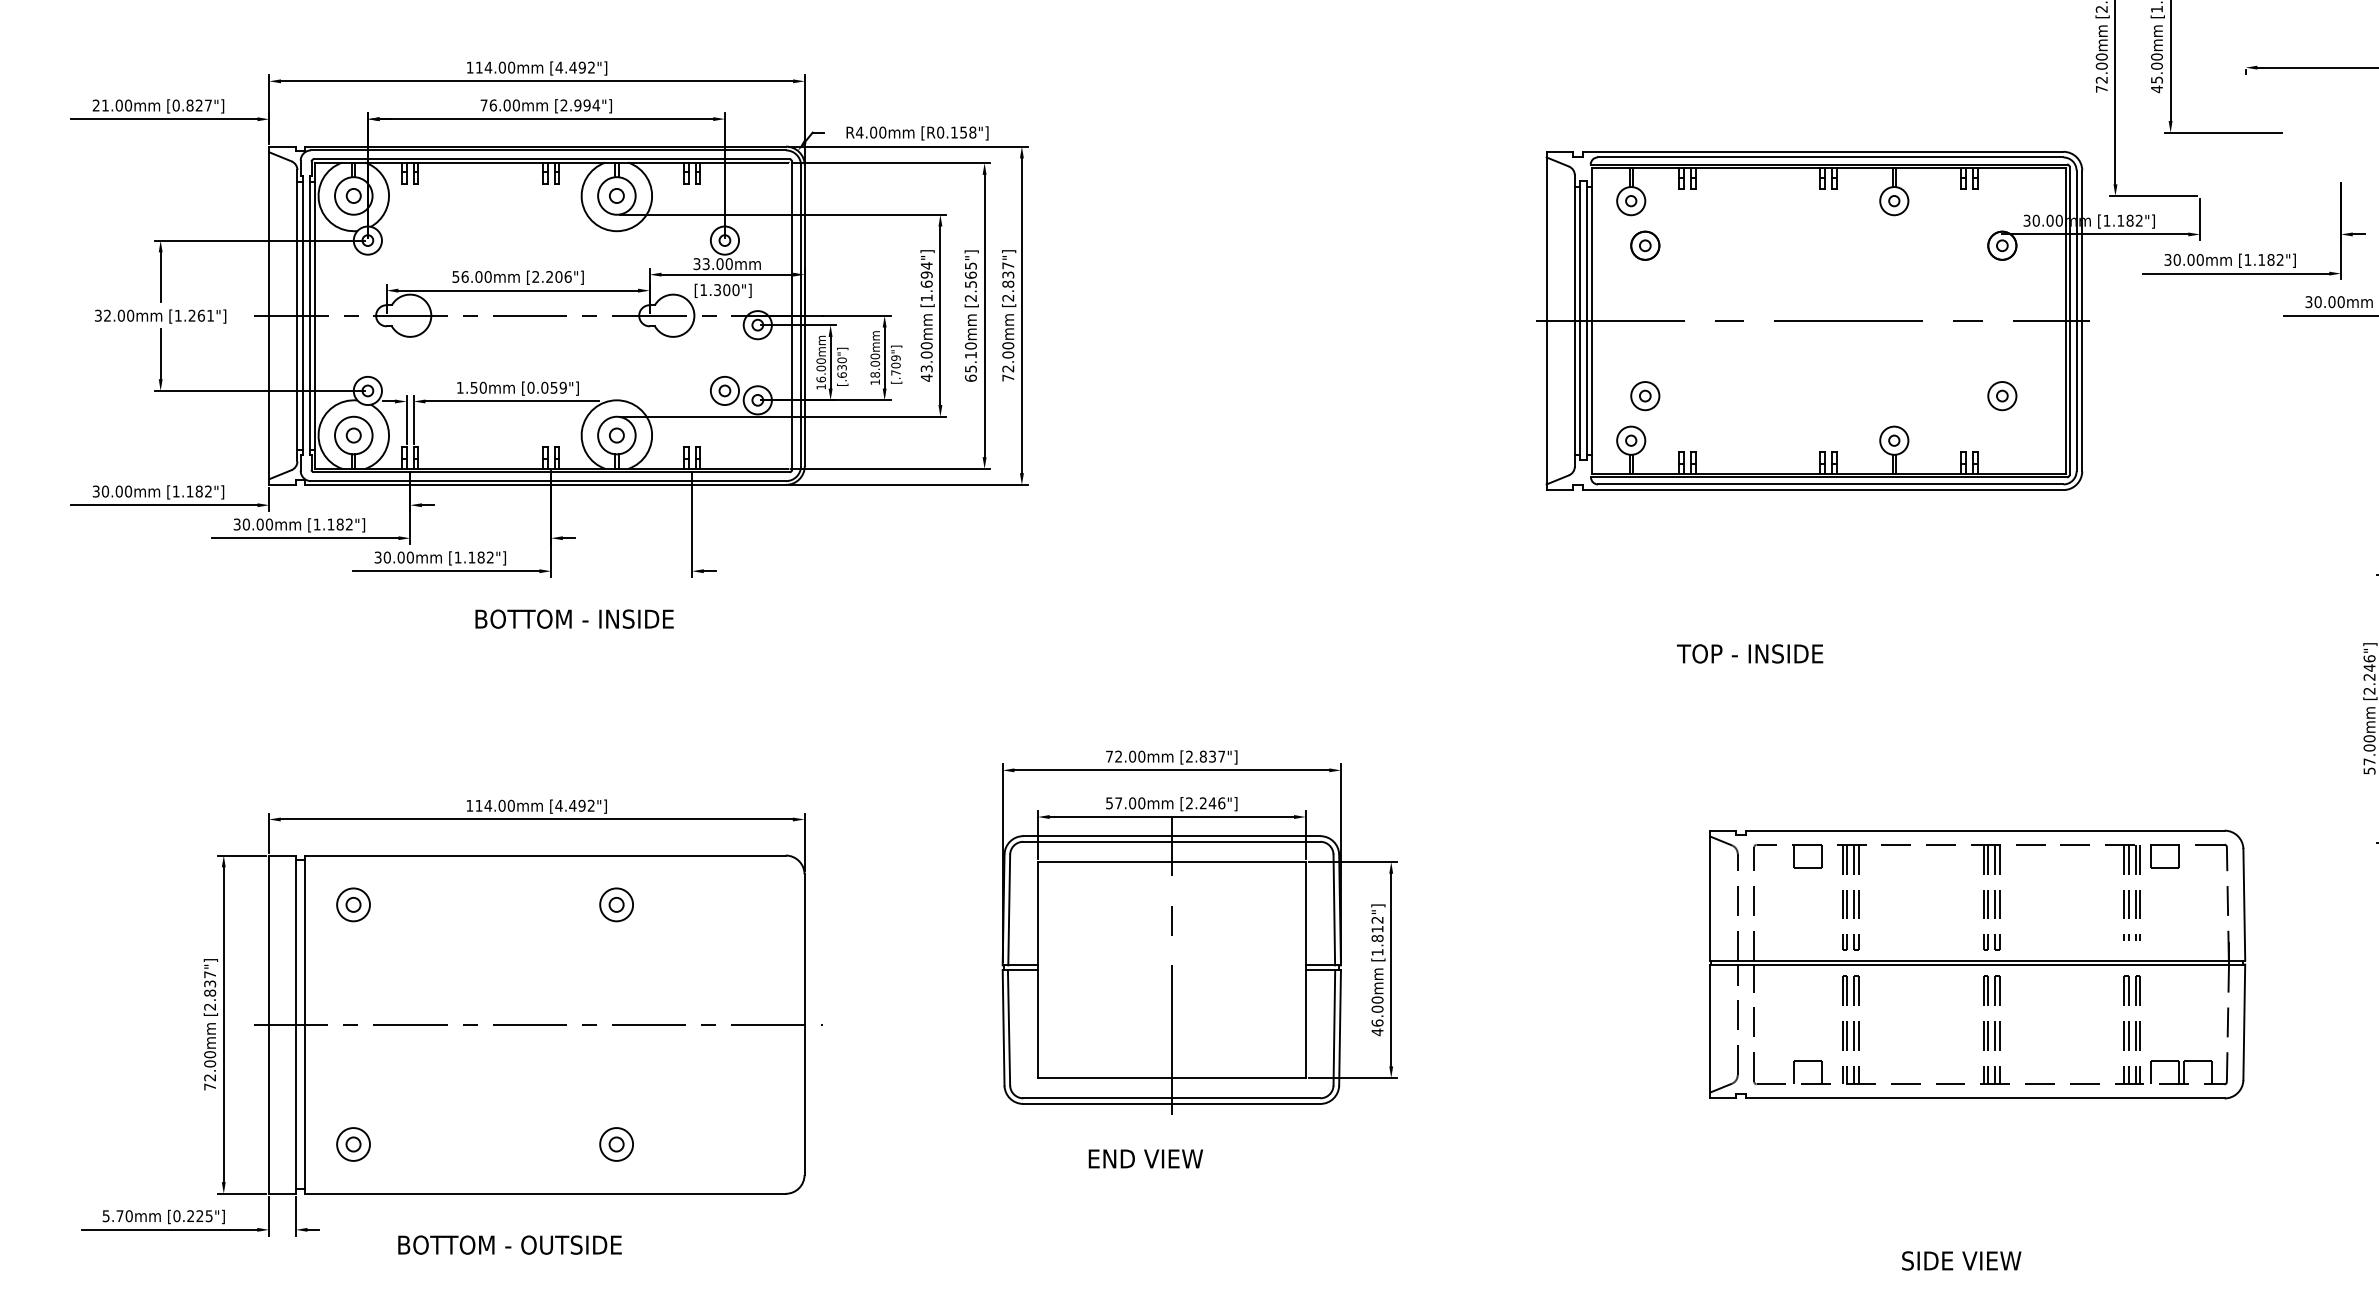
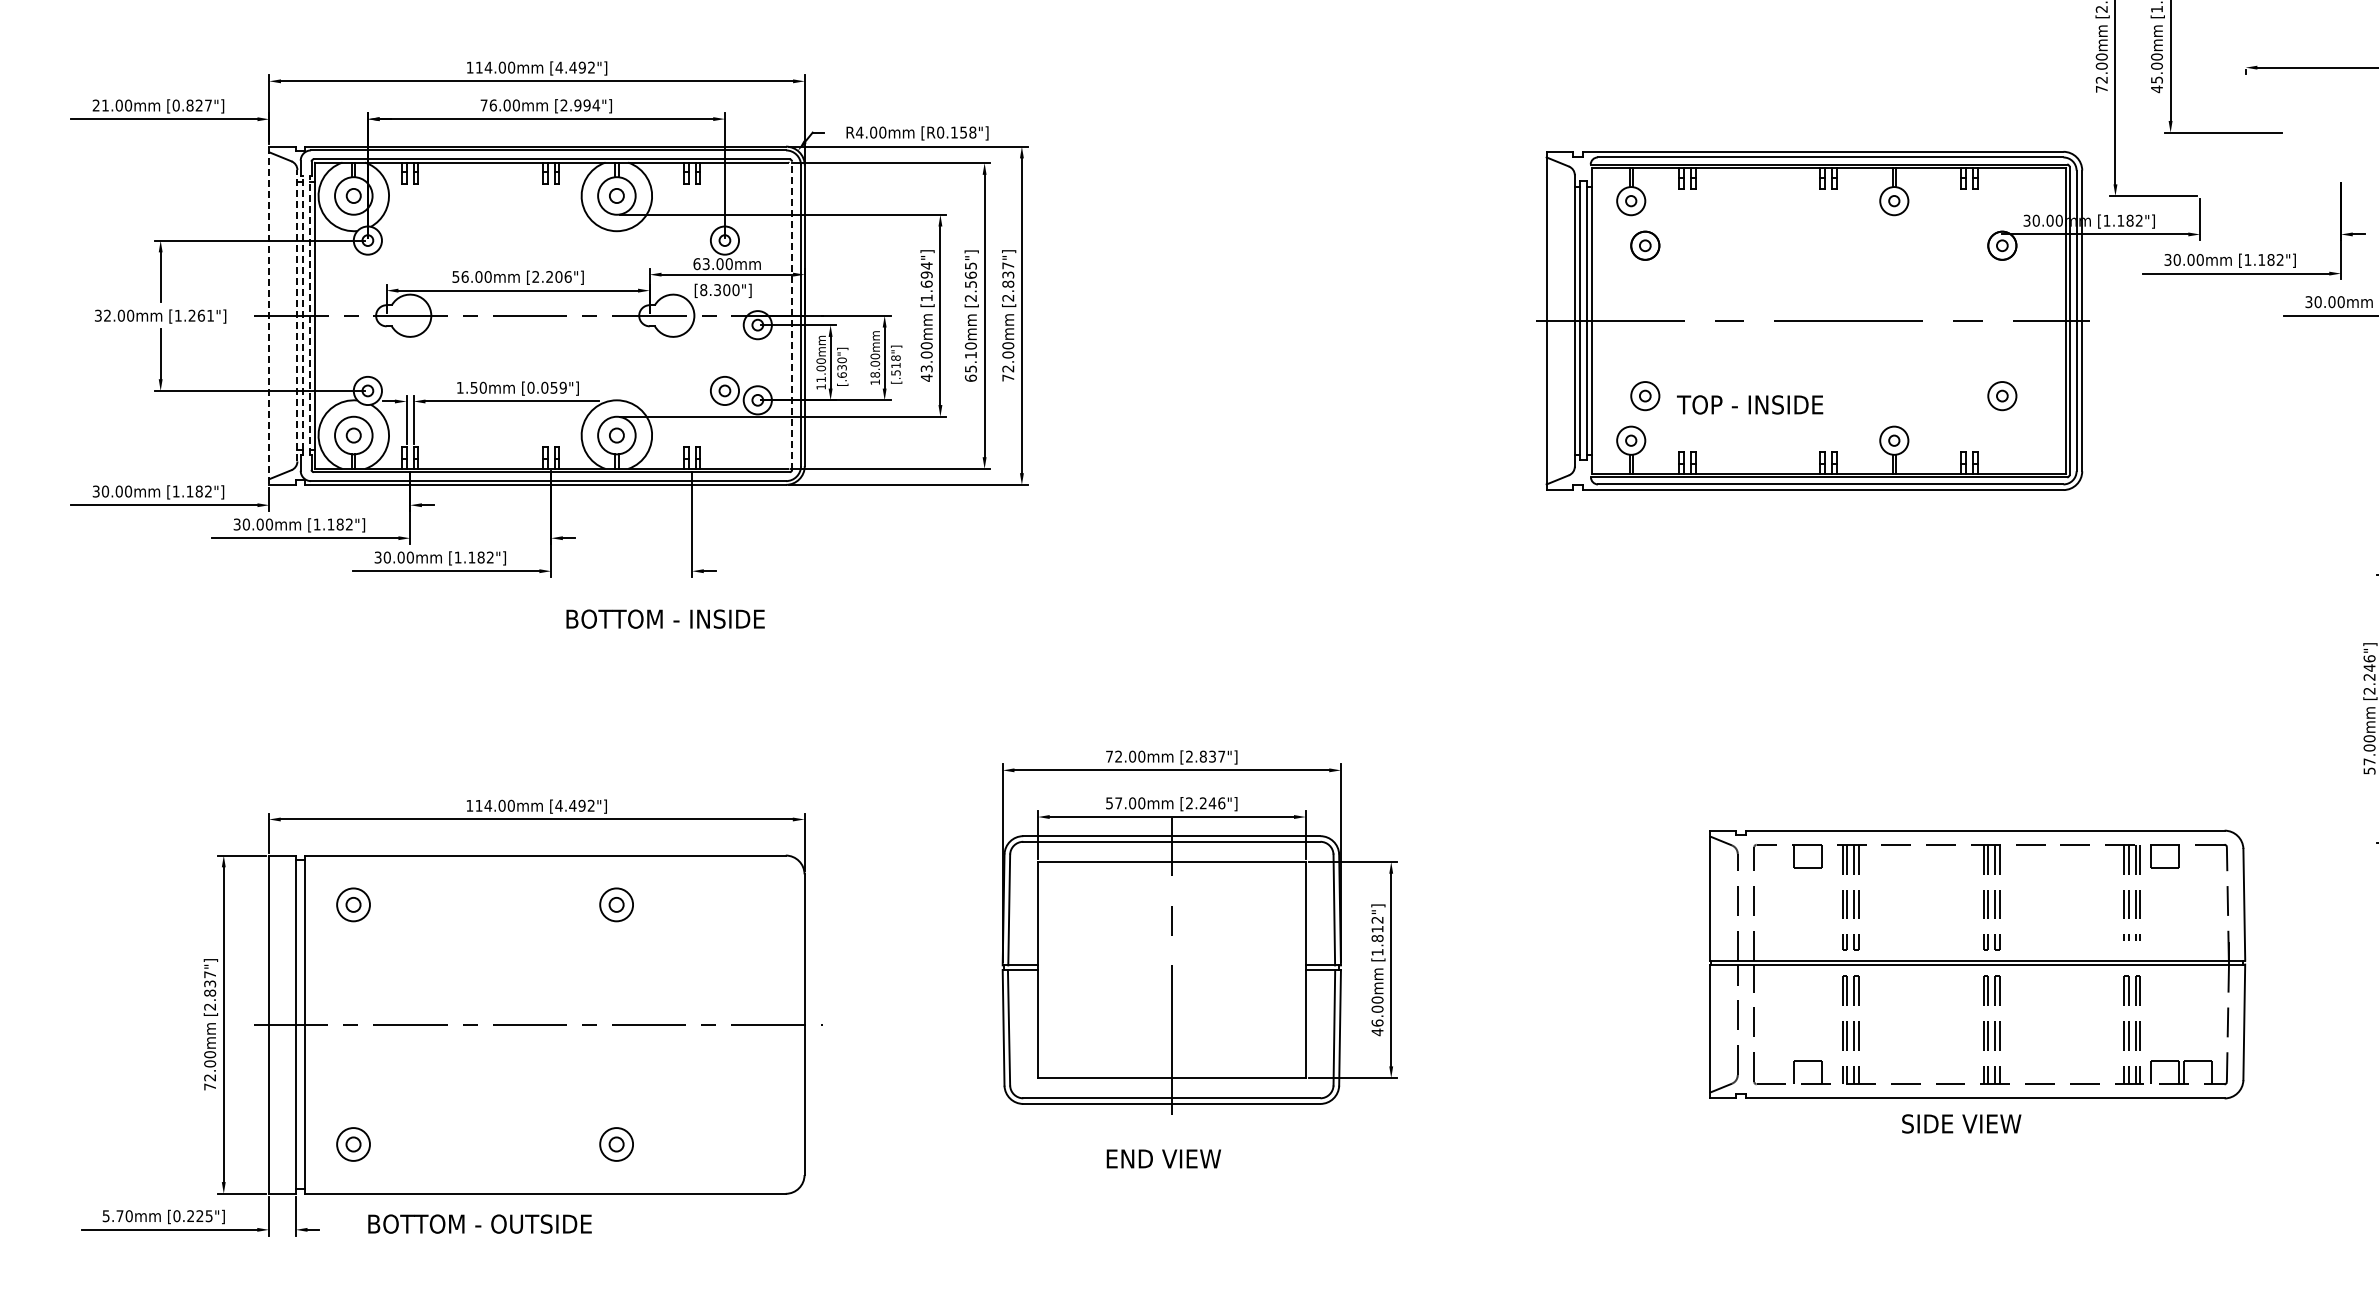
text at (696, 264): 33.00mm -> 63.00mm
text at (703, 290): [1.300"] -> [8.300"]
line at (303, 312): solid -> dashed
line at (297, 315): solid -> dashed
line at (309, 315): solid -> dashed
line at (792, 315): solid -> dashed
line at (269, 316): solid -> dashed
text at (895, 365): [.709"] -> [.518"]
text at (820, 379): 16.00mm -> 11.00mm
text at (574, 618) position: (574, 618) -> (665, 618)
text at (1750, 653) position: (1750, 653) -> (1750, 404)
text at (1145, 1158) position: (1145, 1158) -> (1163, 1158)
text at (509, 1244) position: (509, 1244) -> (479, 1223)
text at (1961, 1260) position: (1961, 1260) -> (1961, 1123)
